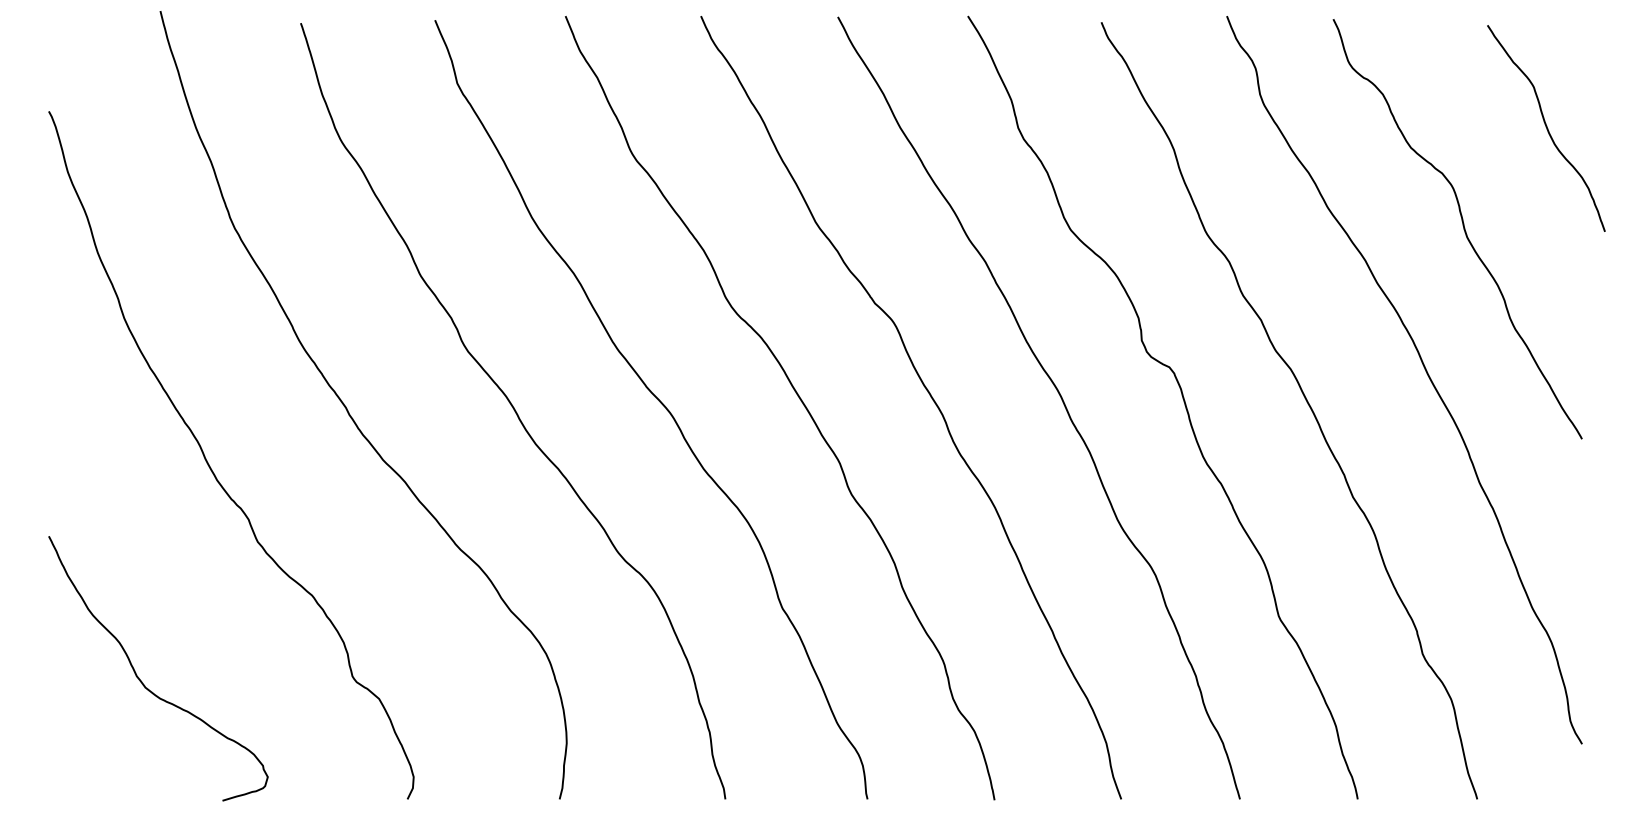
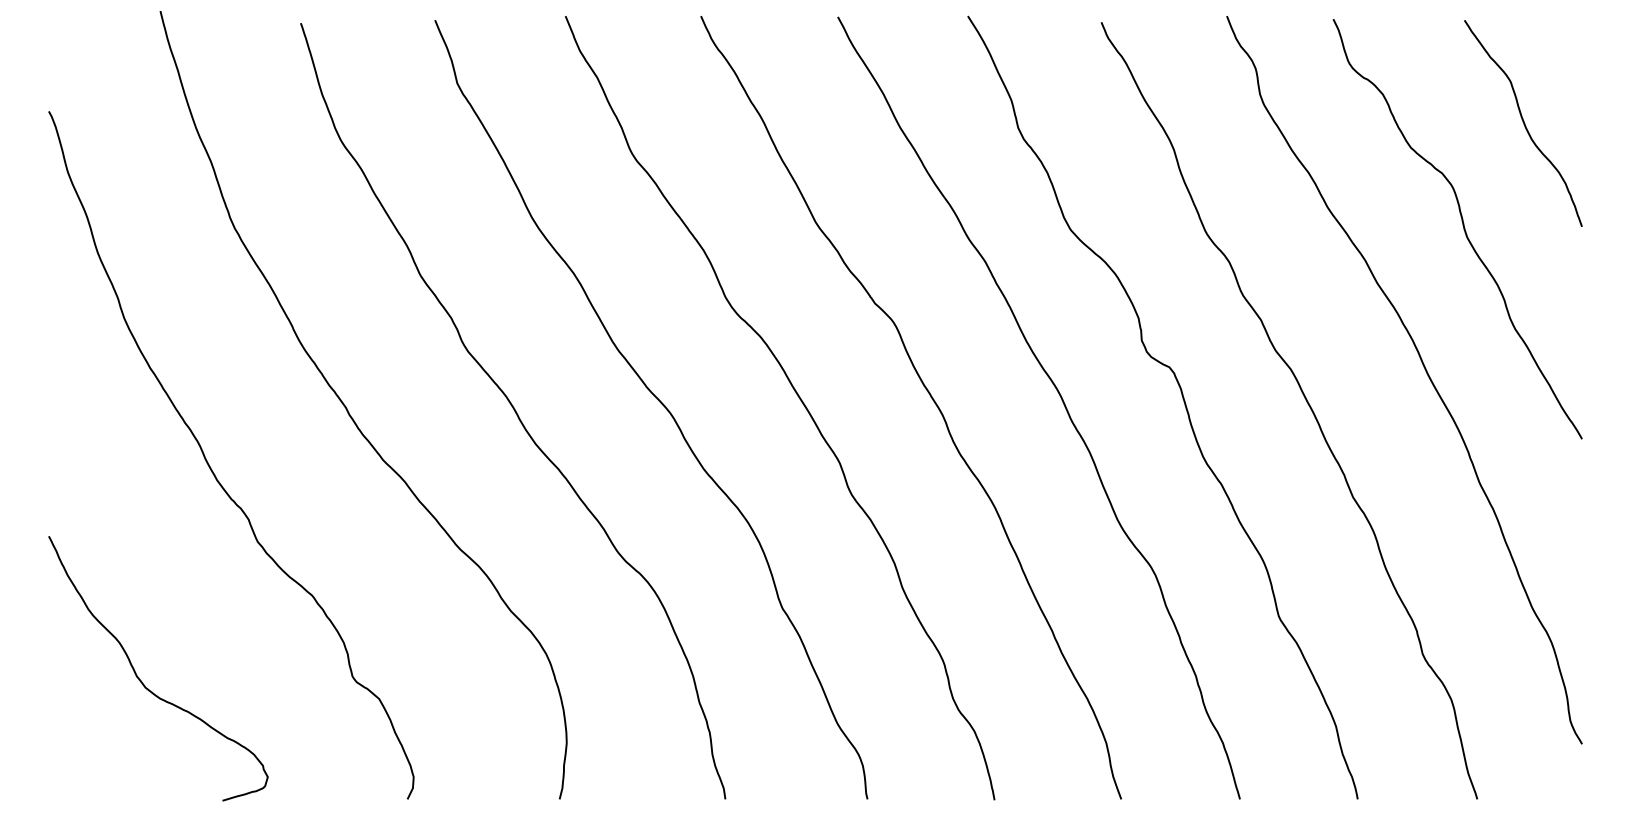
curve at (1546, 128) position: (1546, 128) -> (1523, 123)
